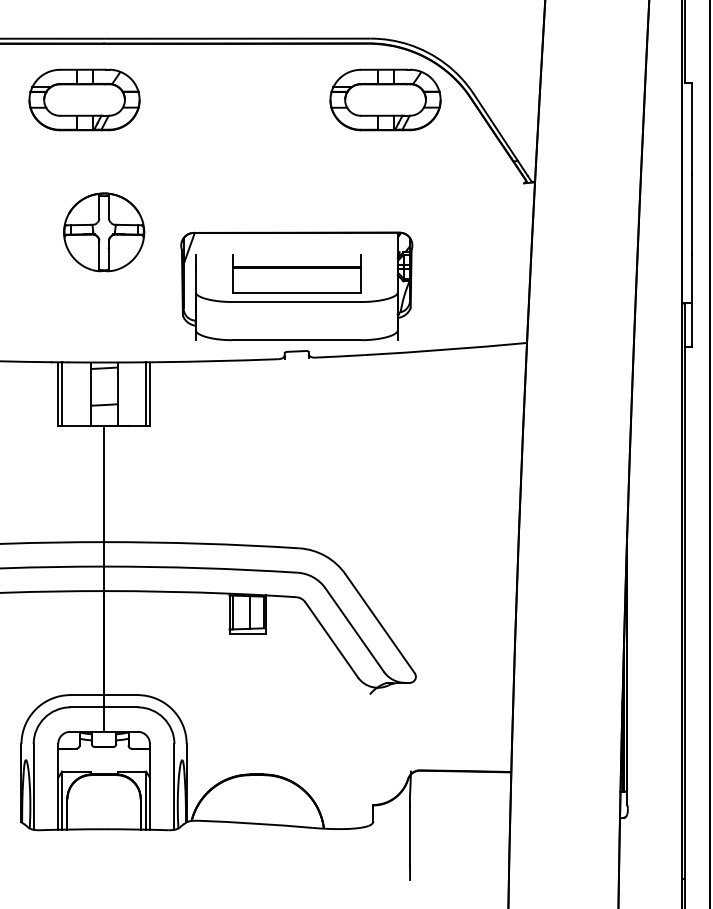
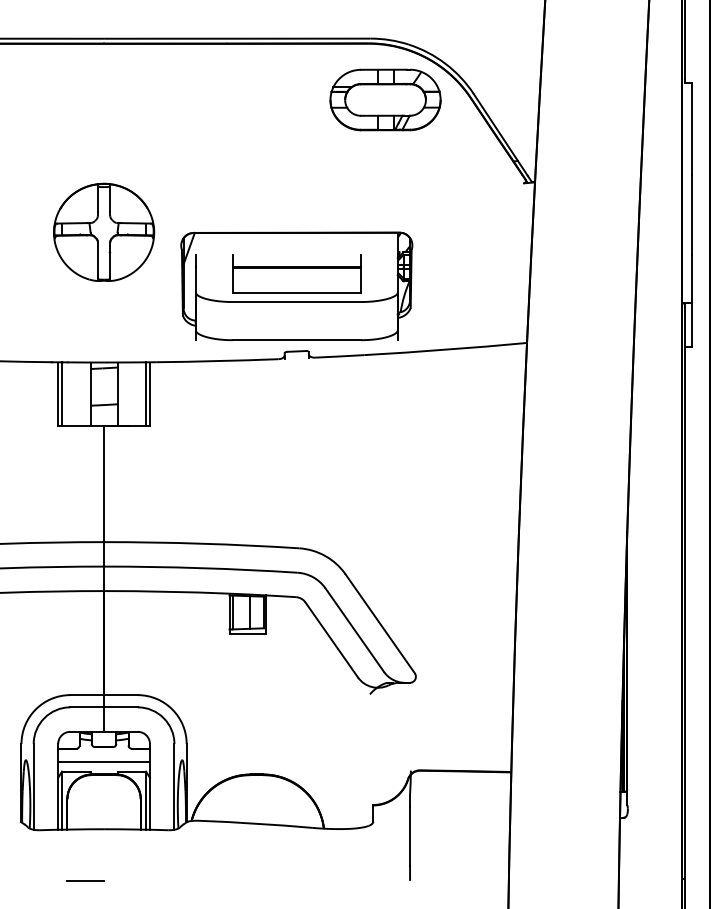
part at (84, 99): present -> none
part at (104, 232) size: 83x81 px -> 103x100 px
line at (103, 762): none -> present
line at (85, 881): none -> present
